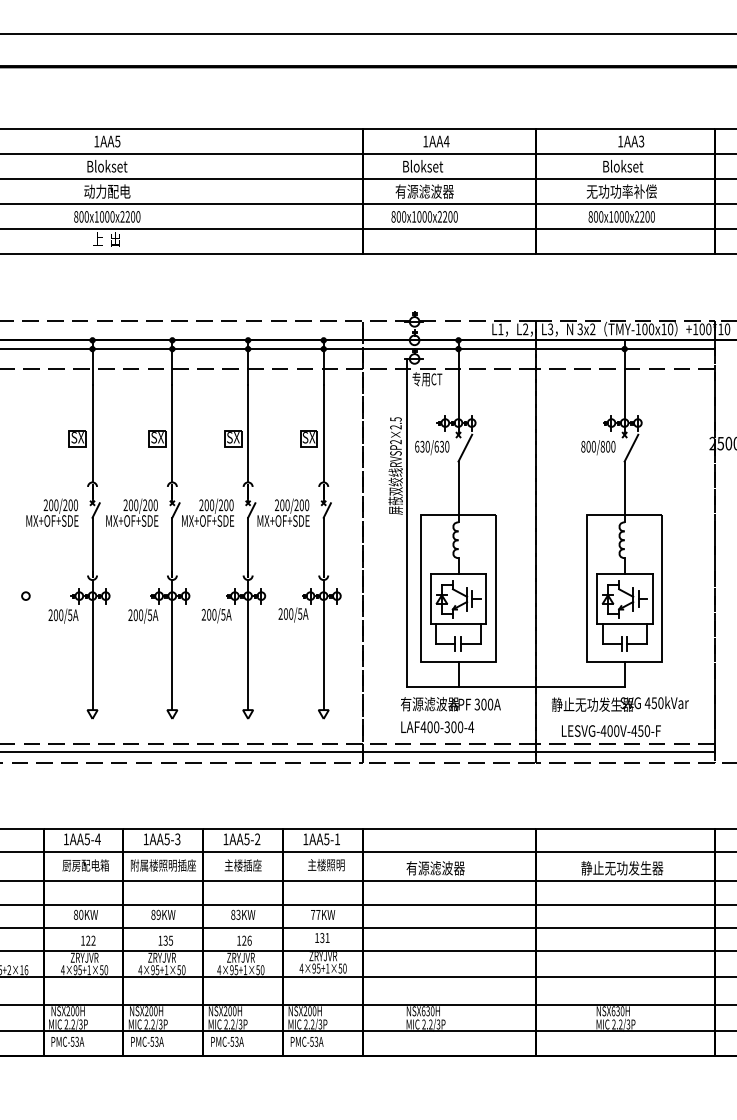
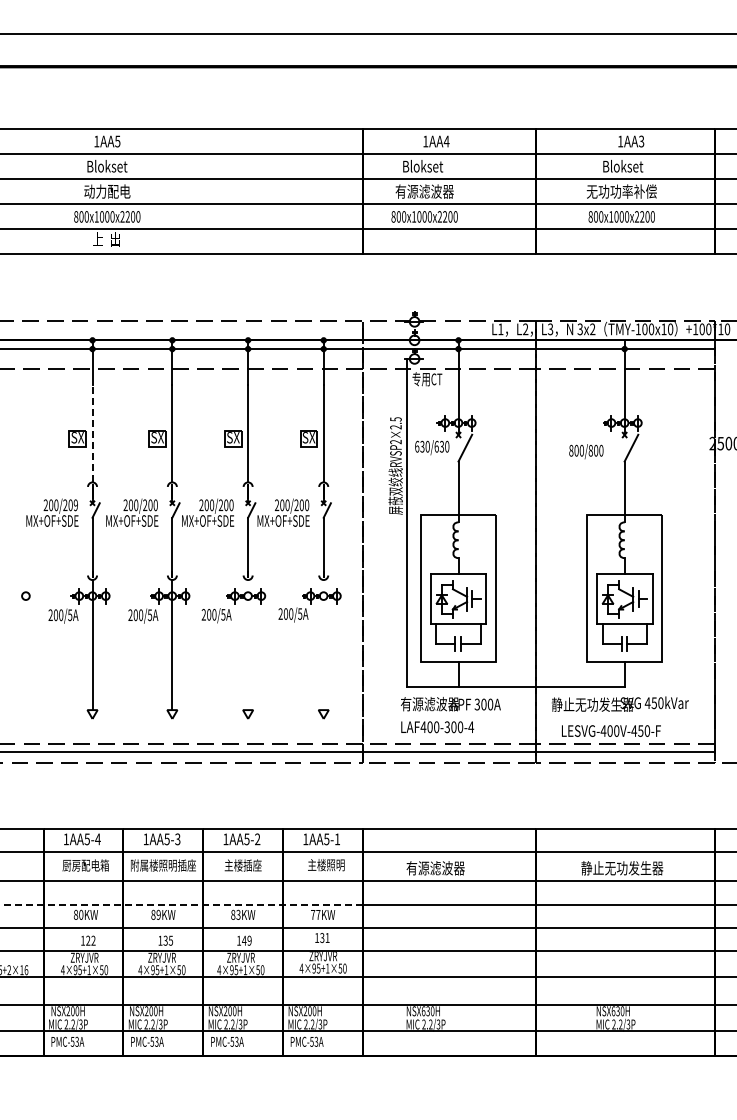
line at (92, 433): solid -> dashed
text at (598, 447) position: (598, 447) -> (586, 451)
text at (75, 505): 200/200 -> 200/209
line at (248, 645): present -> none
line at (323, 645): present -> none
line at (181, 904): solid -> dashed
text at (246, 940): 126 -> 149
